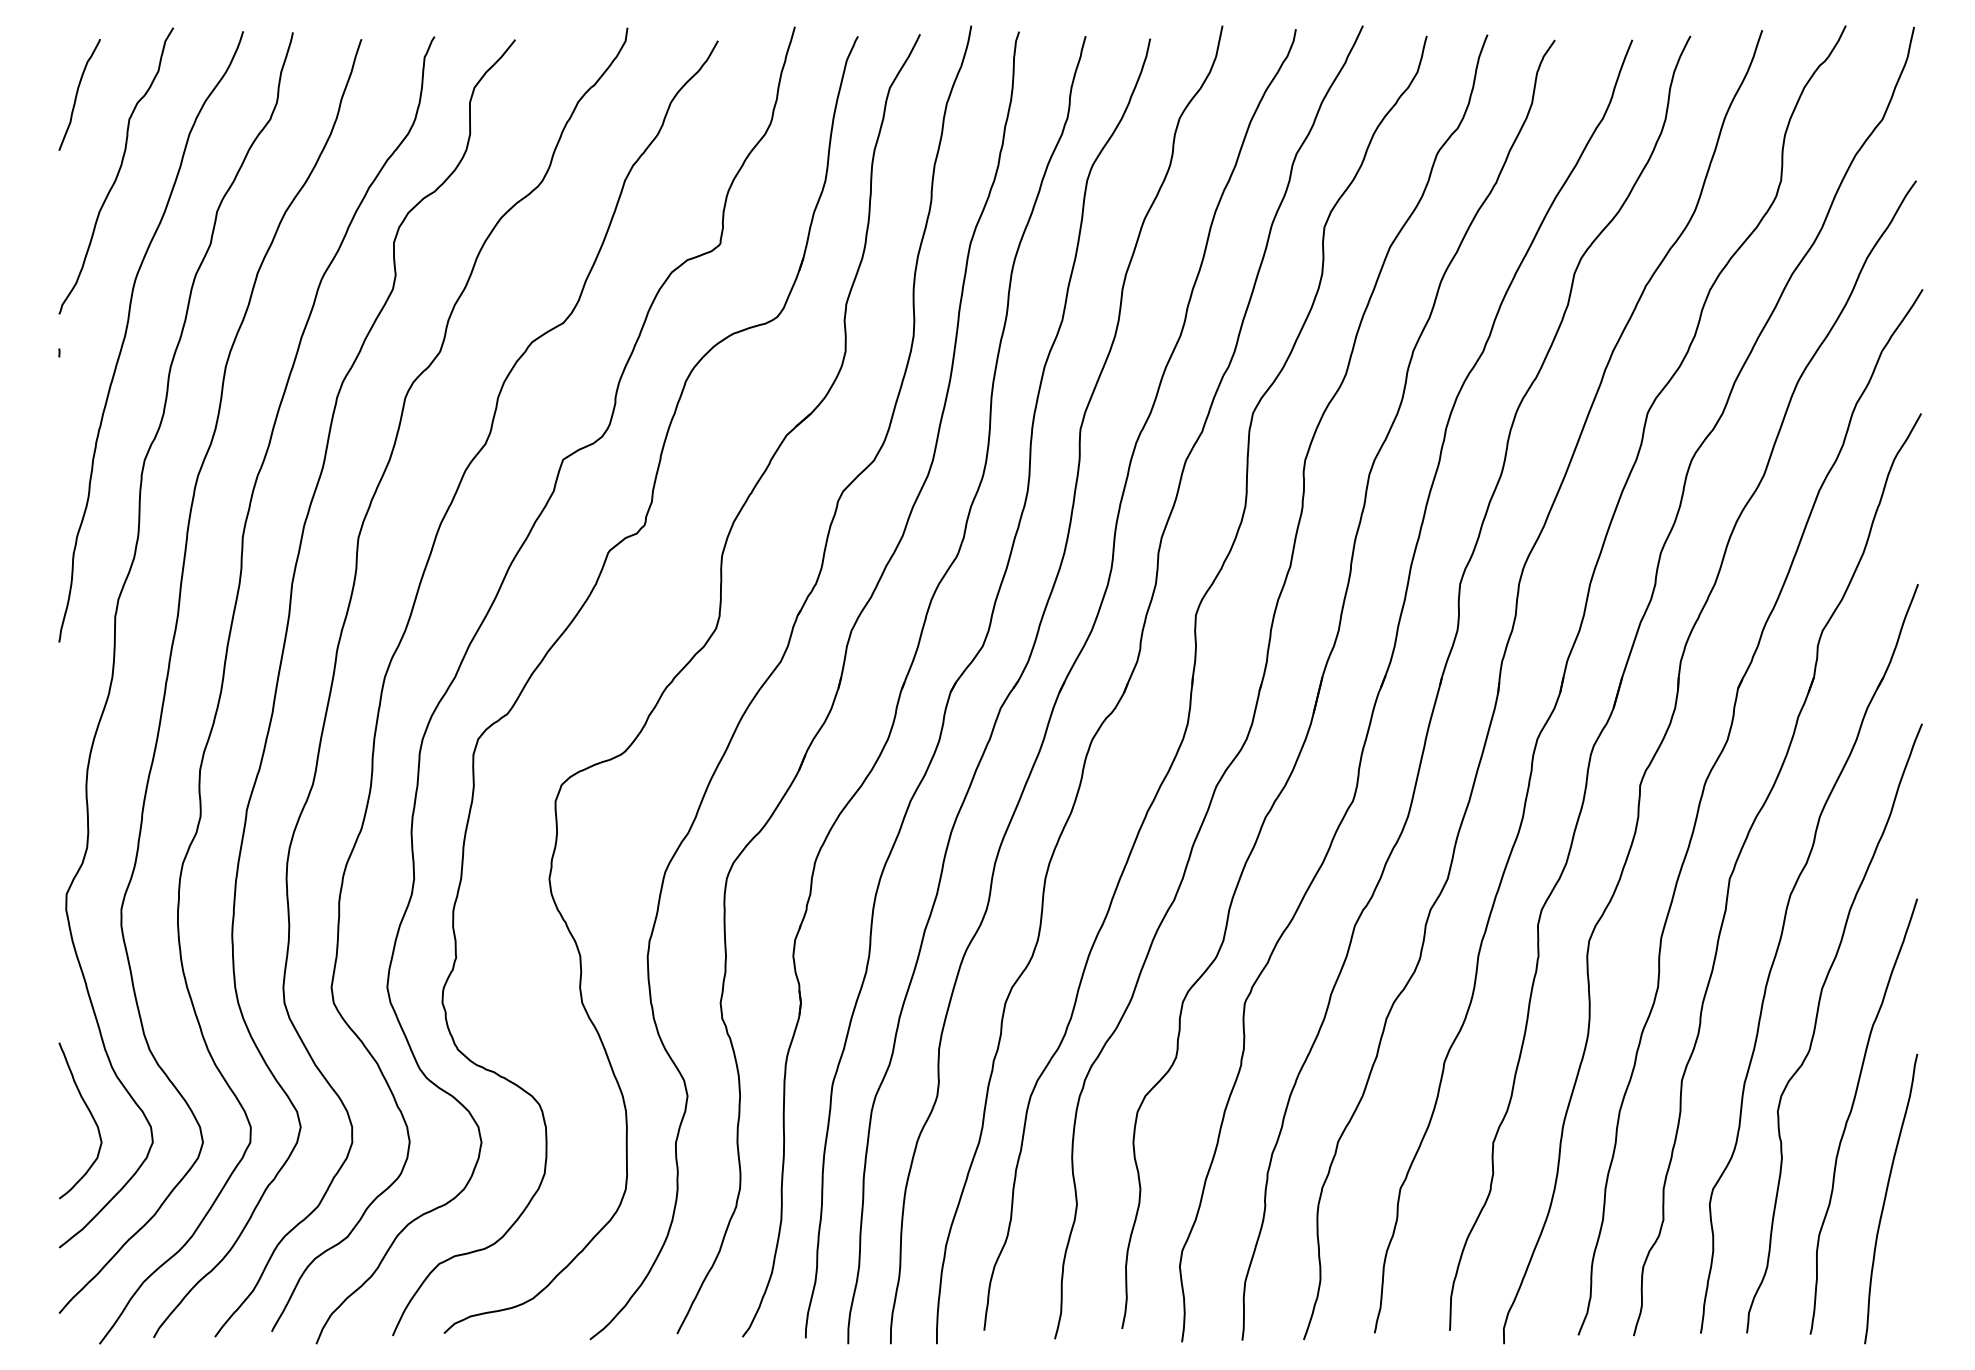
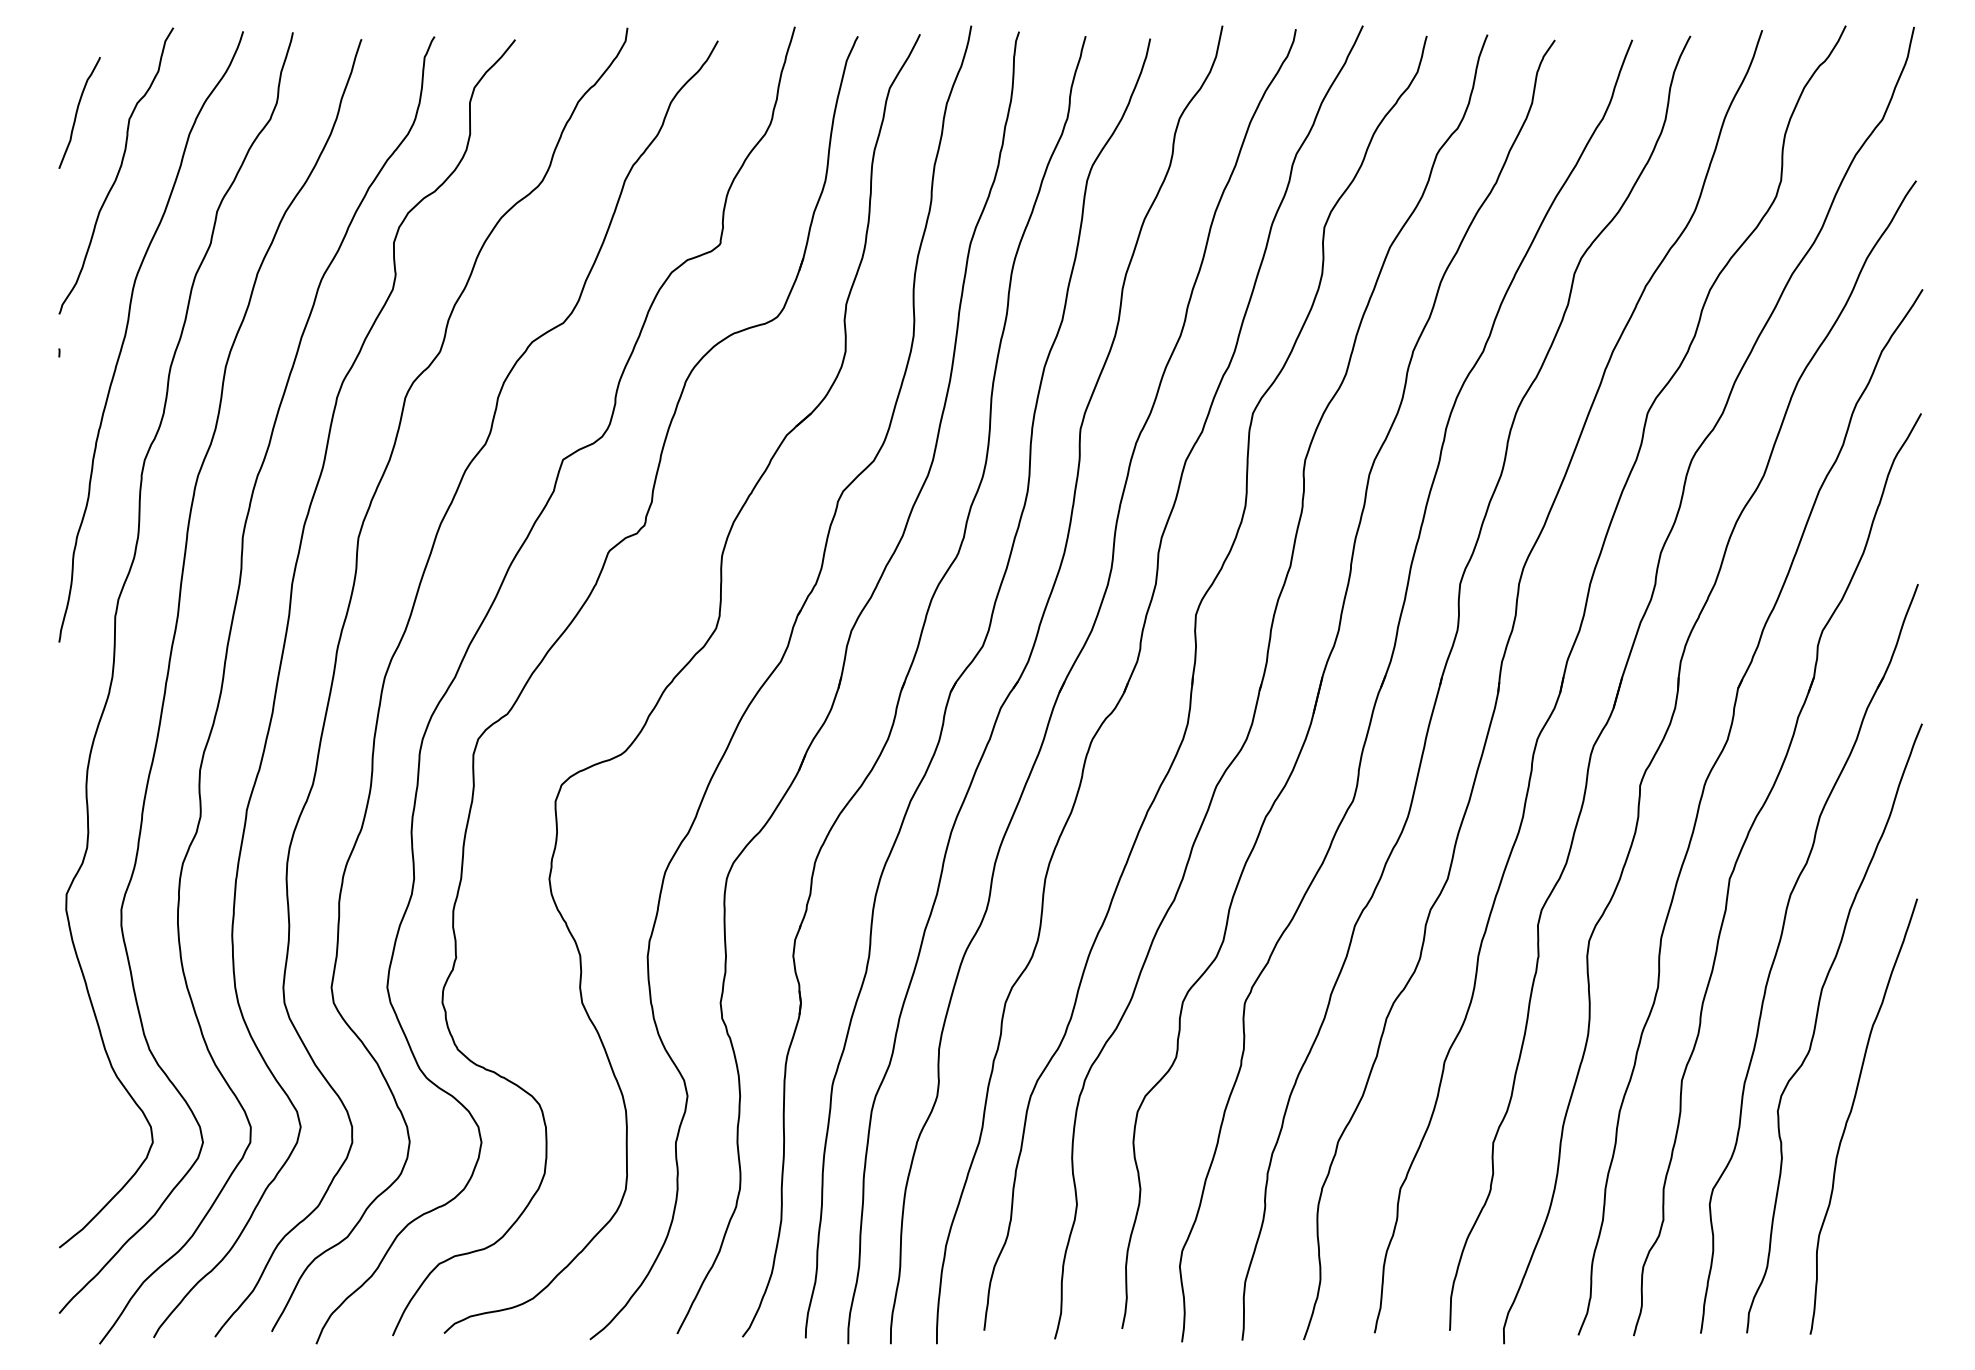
curve at (77, 94) position: (77, 94) -> (77, 112)
curve at (90, 1114): present -> none
curve at (1886, 1197): present -> none
